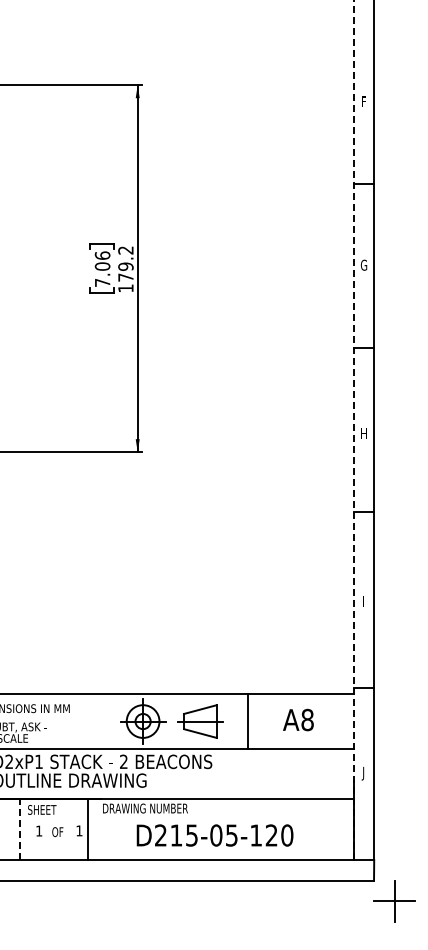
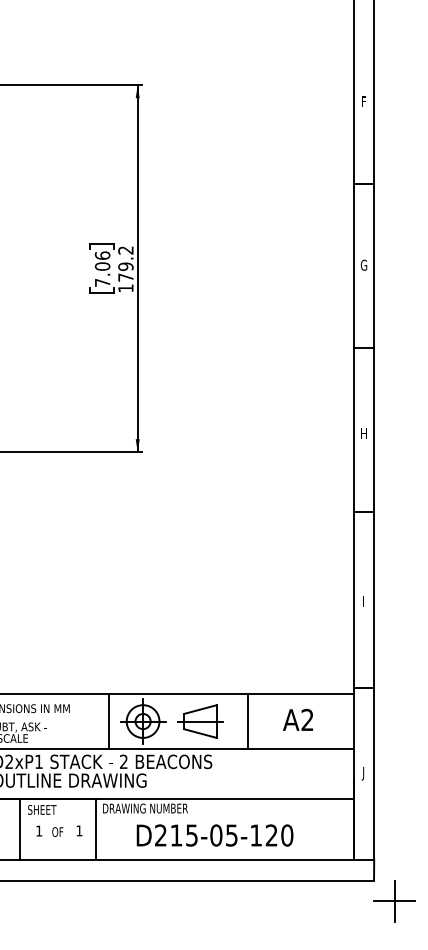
line at (353, 430): dashed -> solid
text at (307, 720): A8 -> A2
line at (108, 721): none -> present
line at (19, 829): dashed -> solid
line at (87, 829) position: (87, 829) -> (95, 829)
